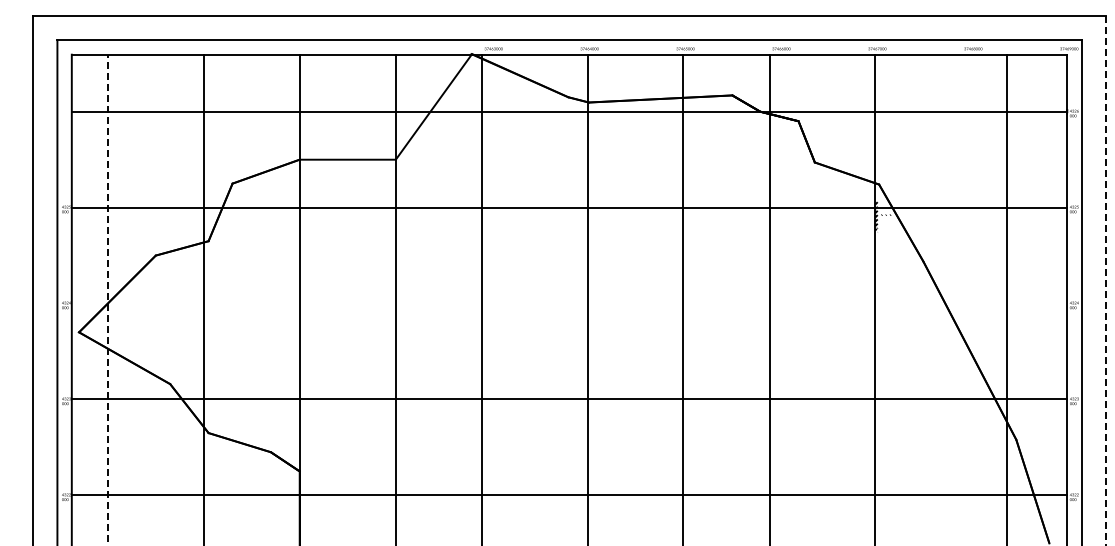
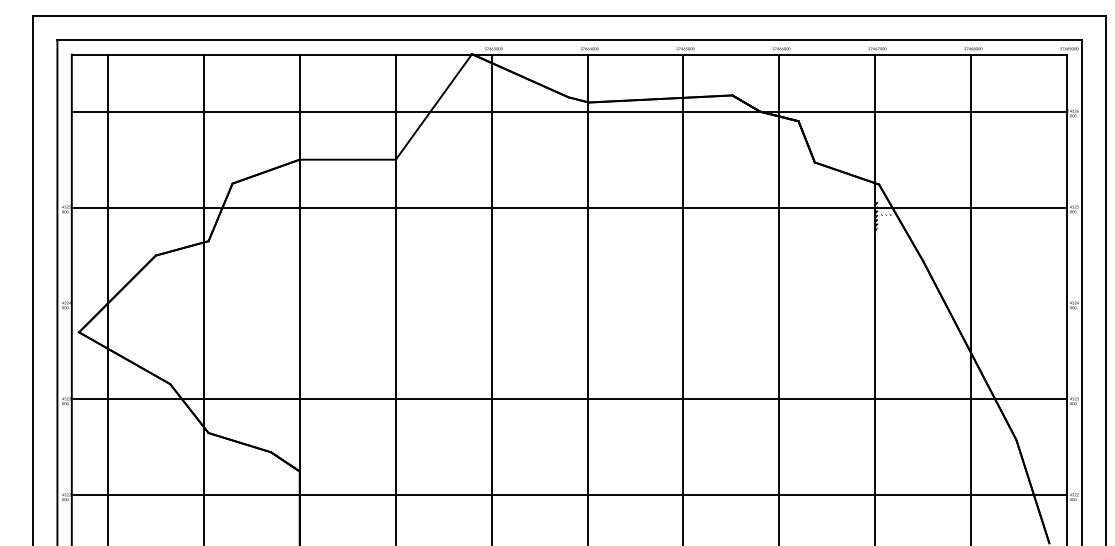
line at (1105, 281): dashed -> solid
line at (481, 298) position: (481, 298) -> (491, 298)
line at (770, 298) position: (770, 298) -> (779, 298)
line at (1007, 298) position: (1007, 298) -> (971, 298)
line at (107, 299): dashed -> solid
